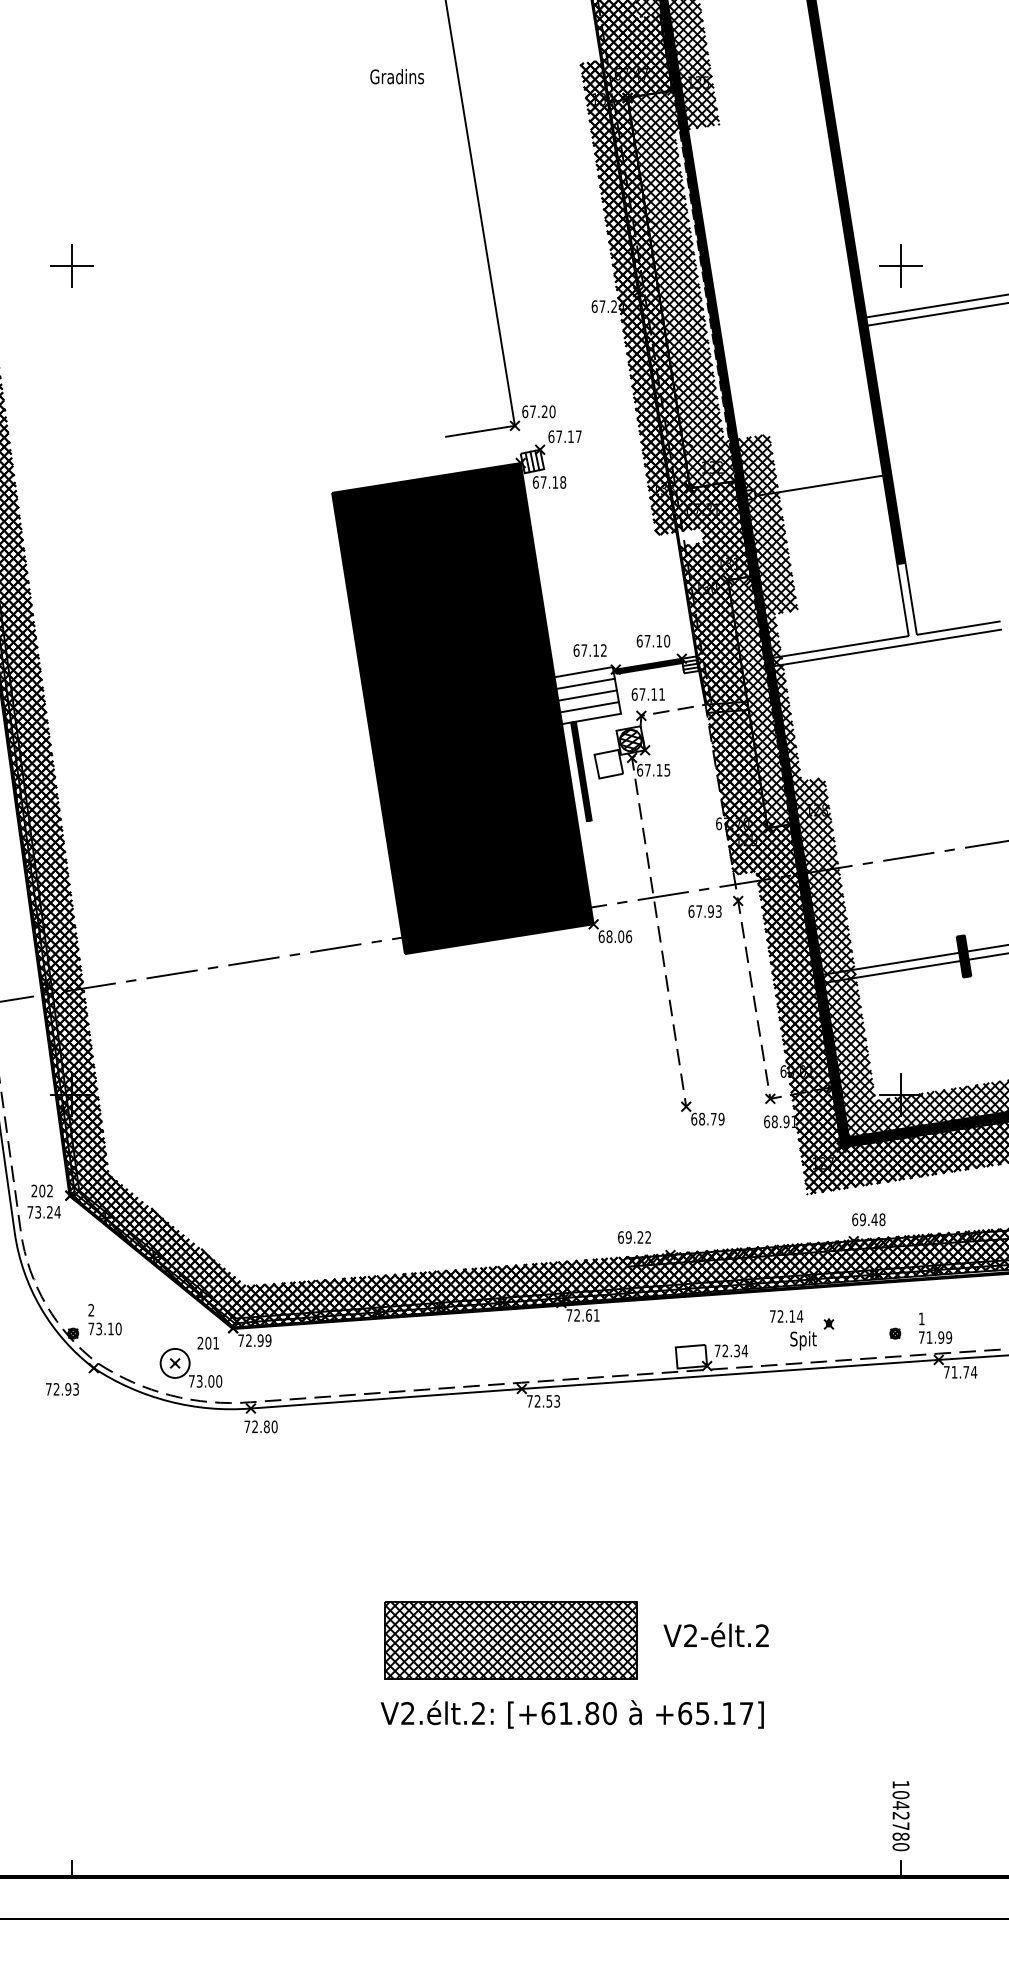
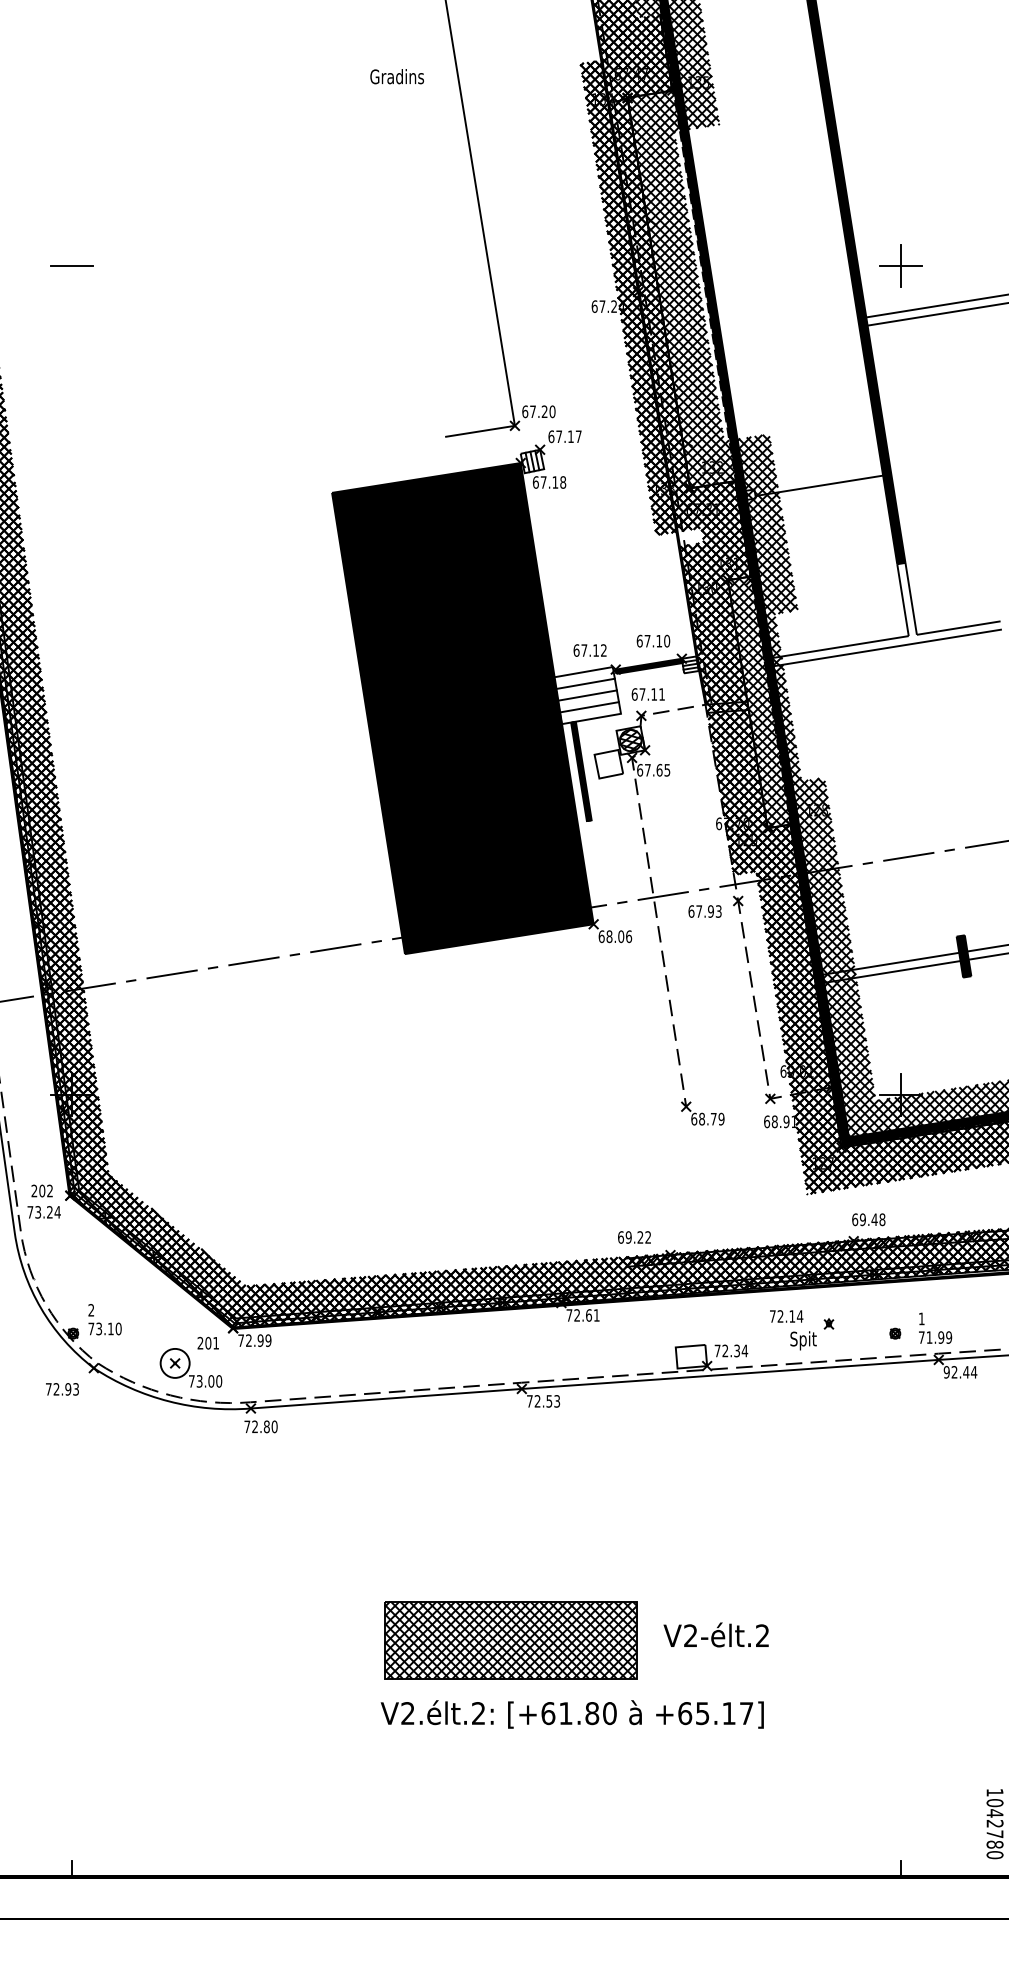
line at (72, 265): present -> none
text at (659, 769): 67.15 -> 67.65
text at (956, 1372): 71.74 -> 92.44
text at (900, 1816) position: (900, 1816) -> (994, 1824)
